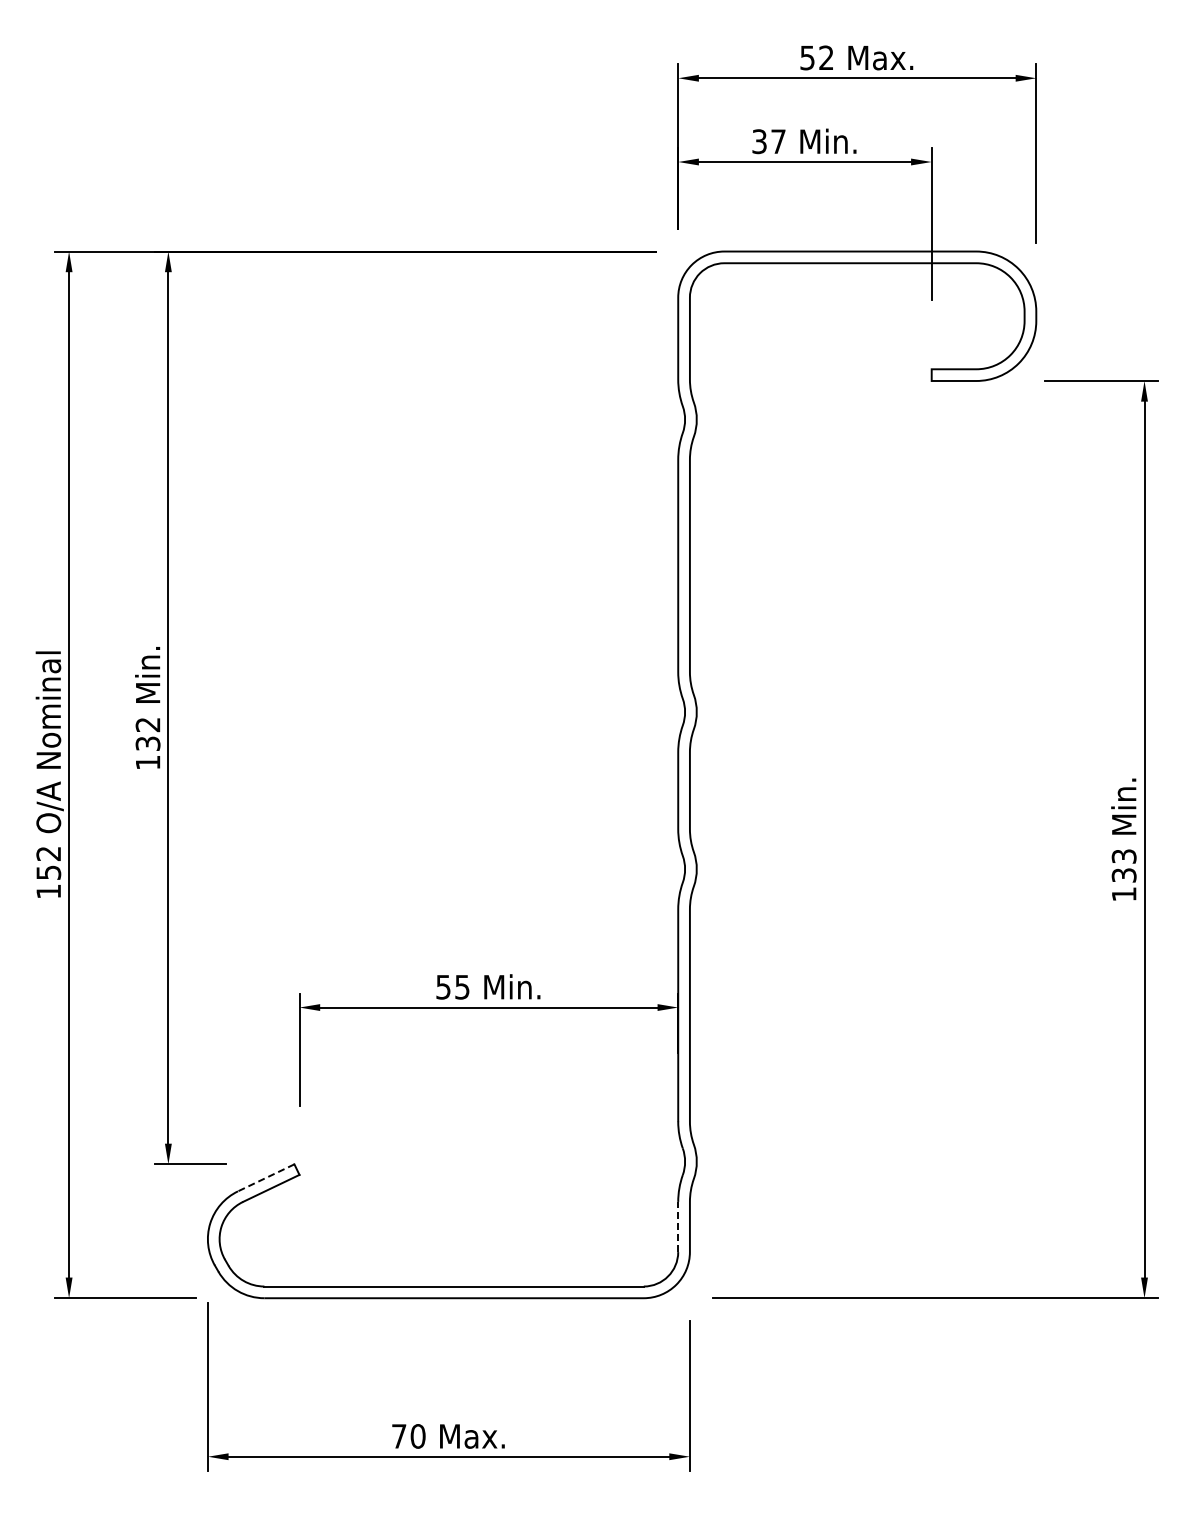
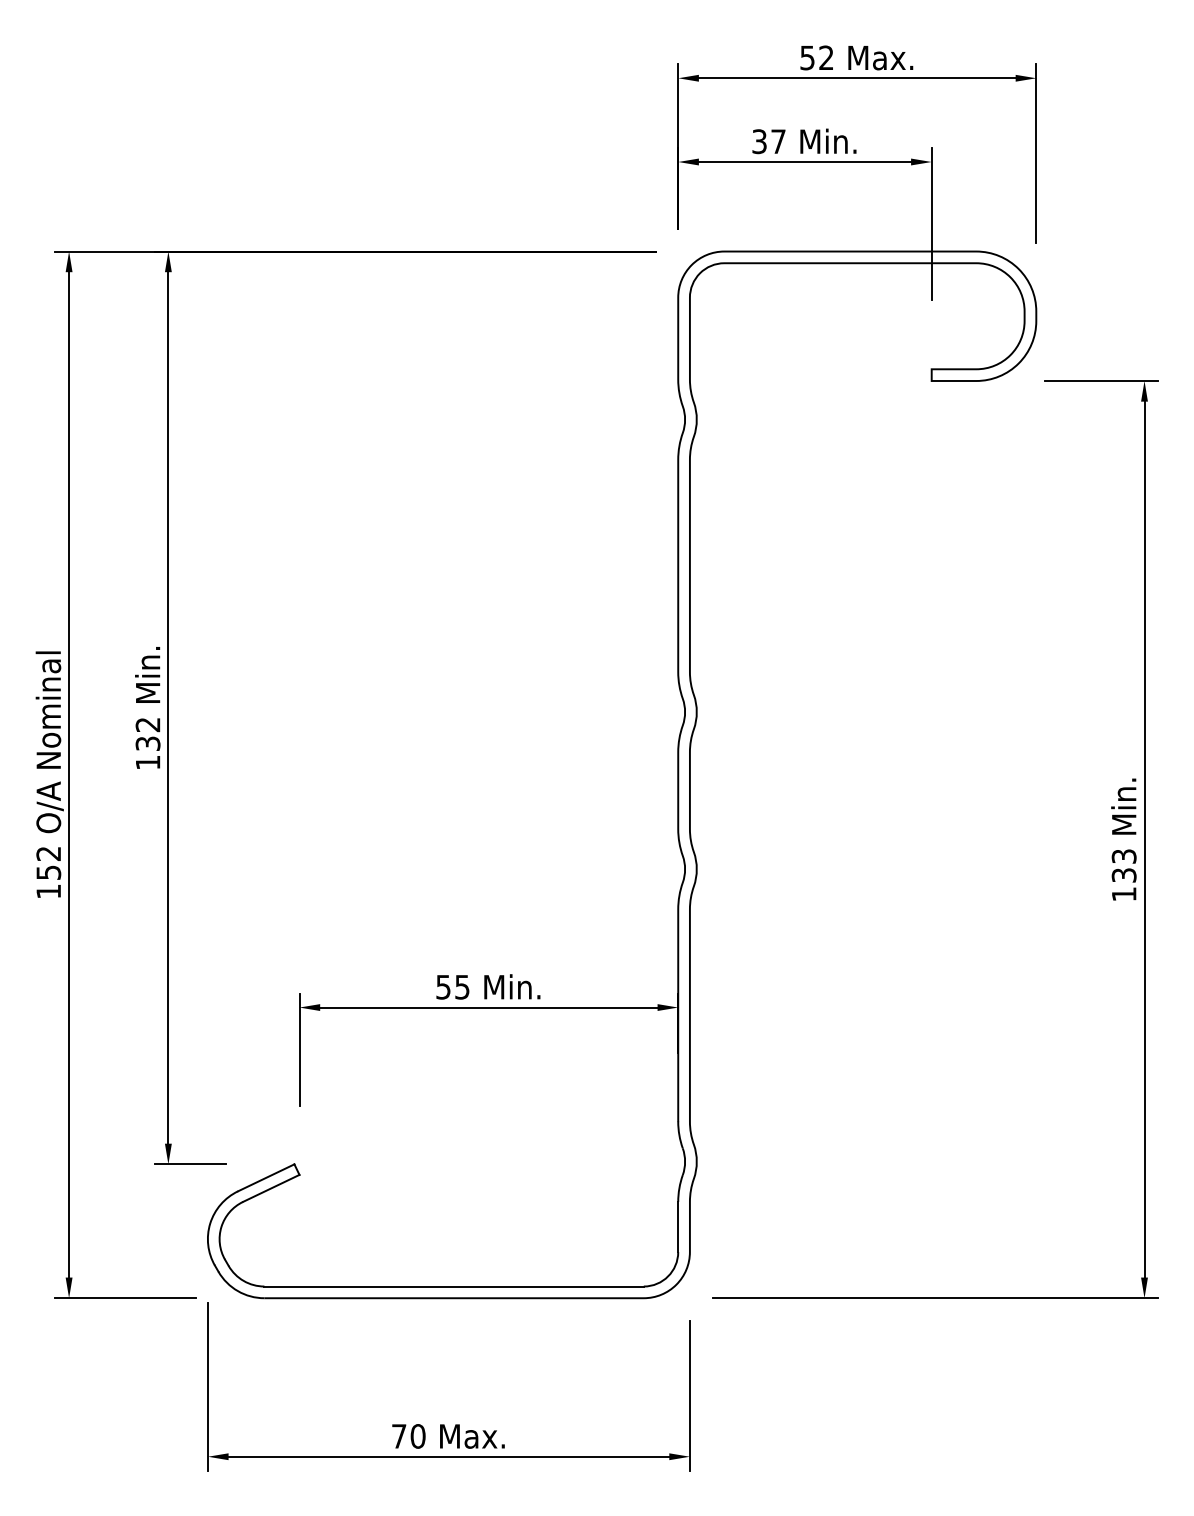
line at (265, 1178): dashed -> solid
line at (678, 1226): dashed -> solid
